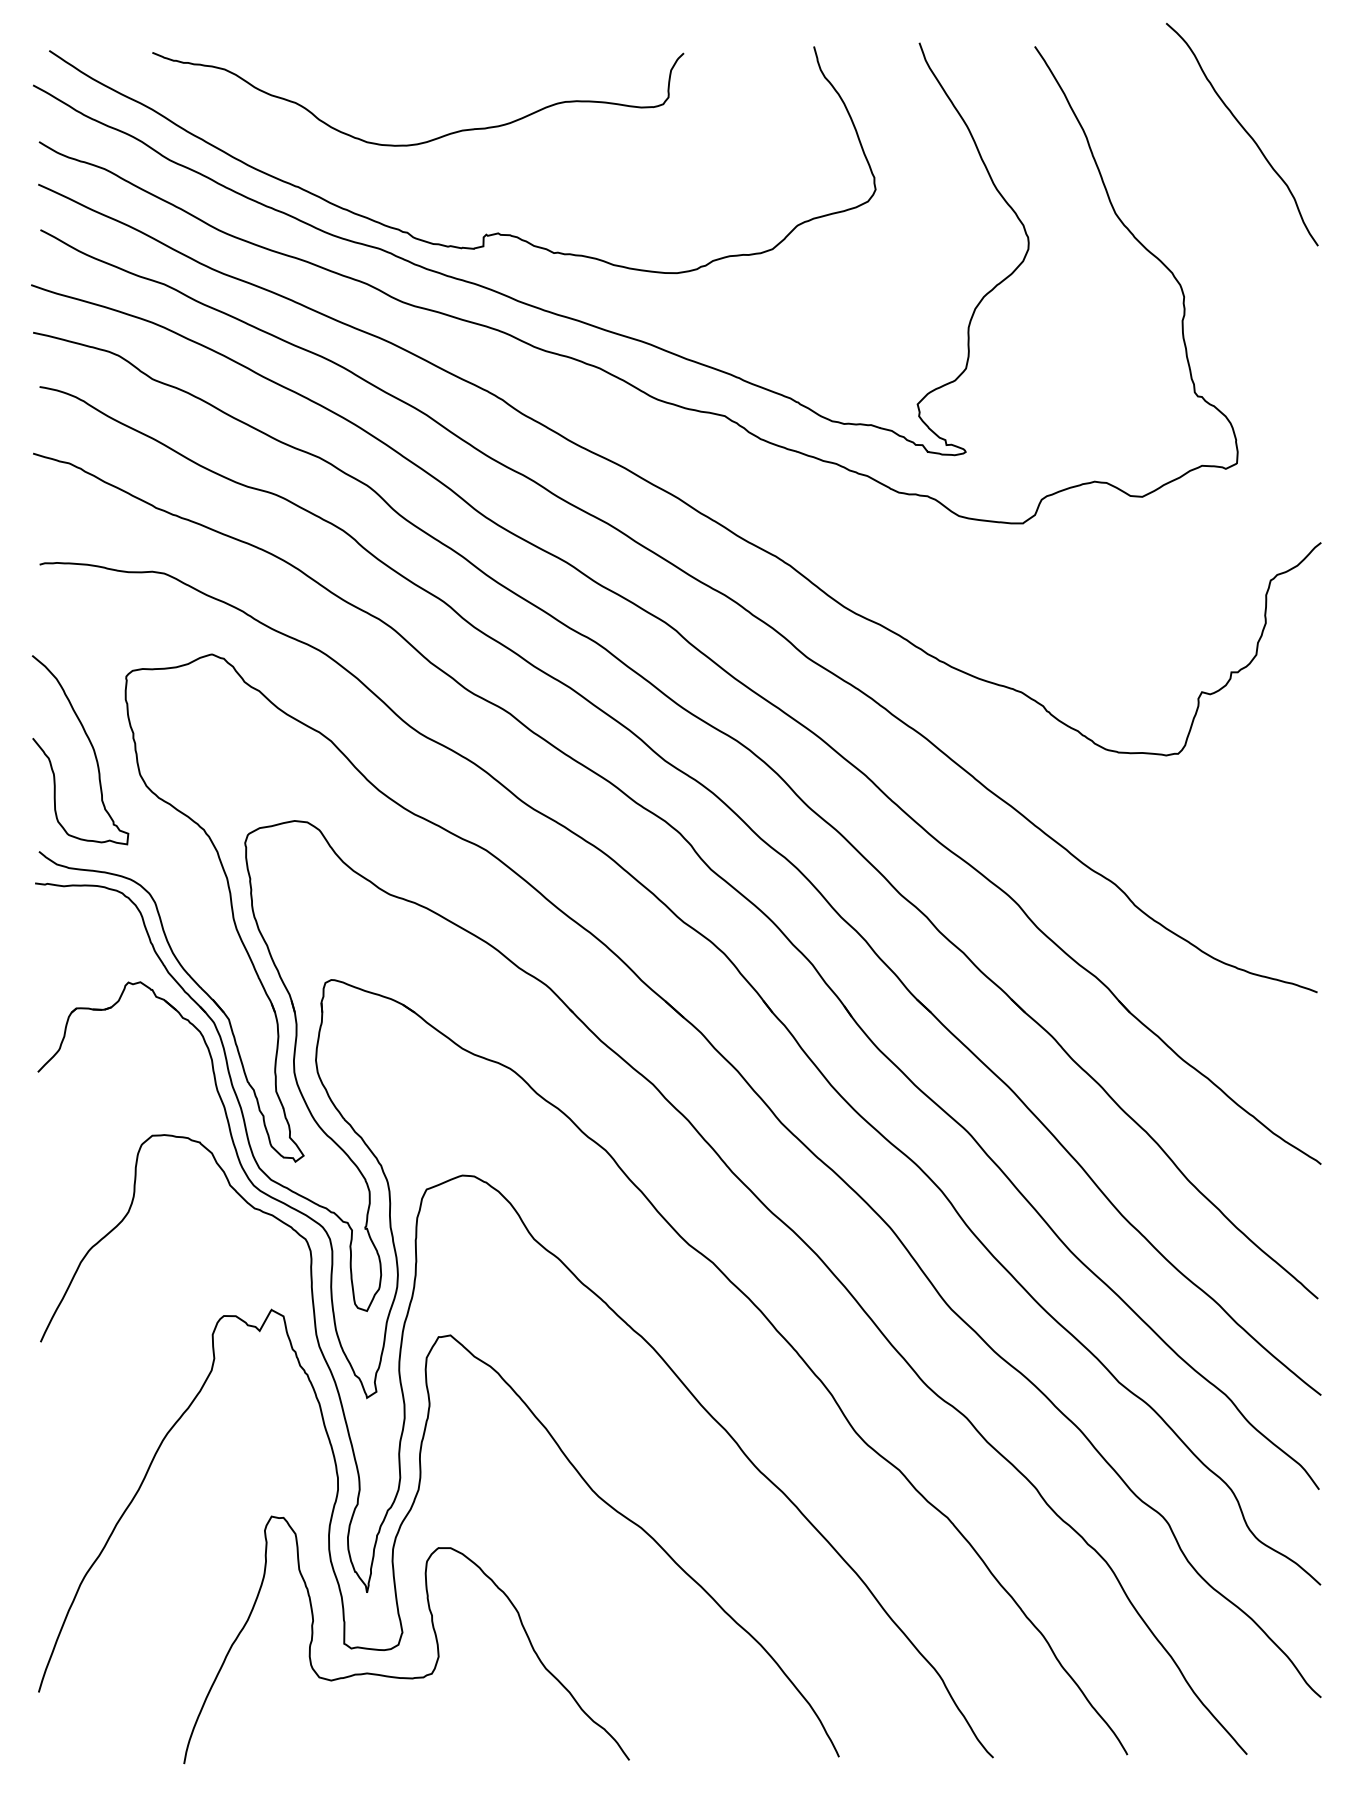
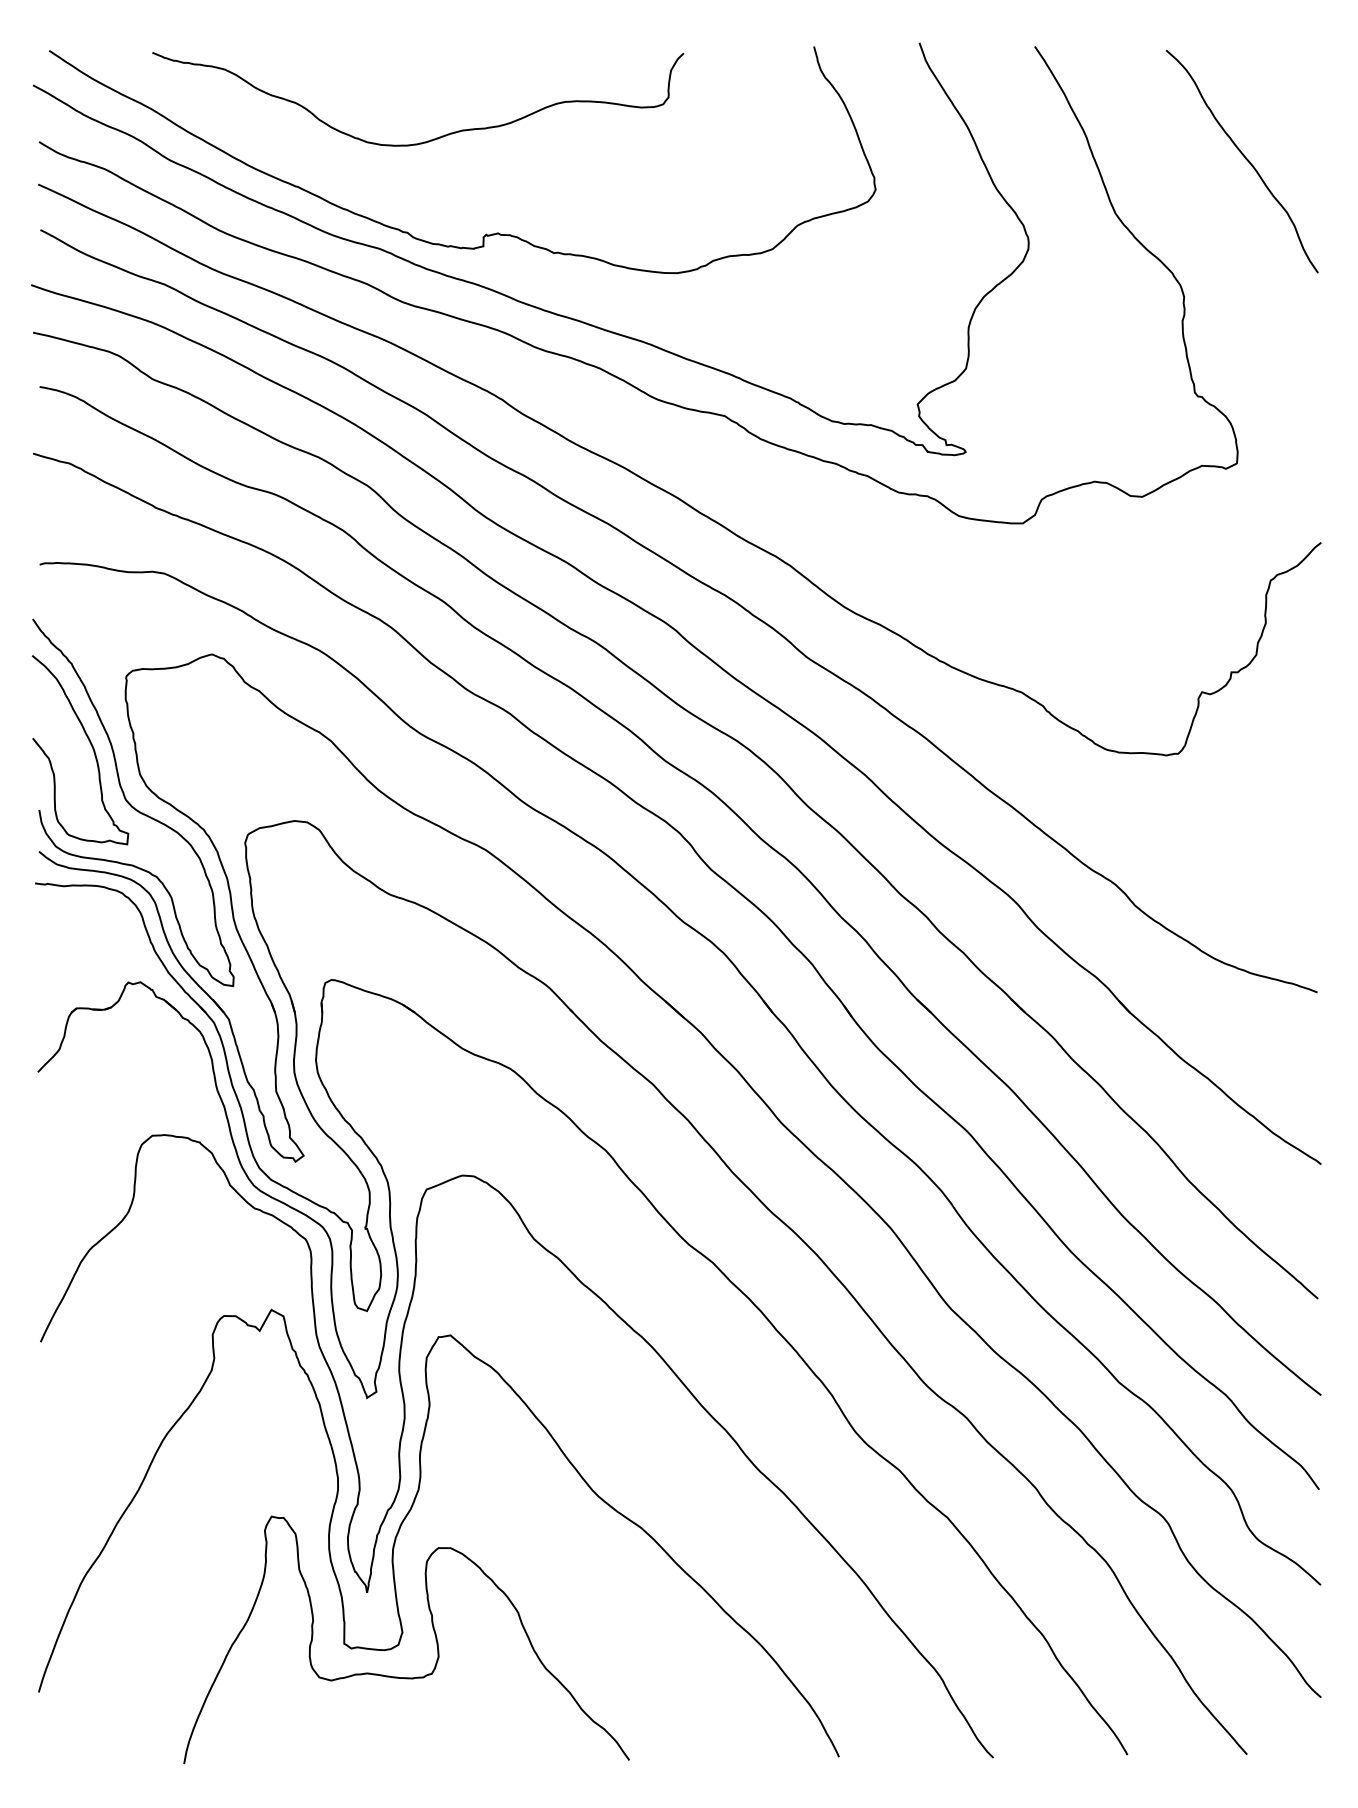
curve at (1244, 131) position: (1244, 131) -> (1244, 158)
curve at (131, 804): none -> present
